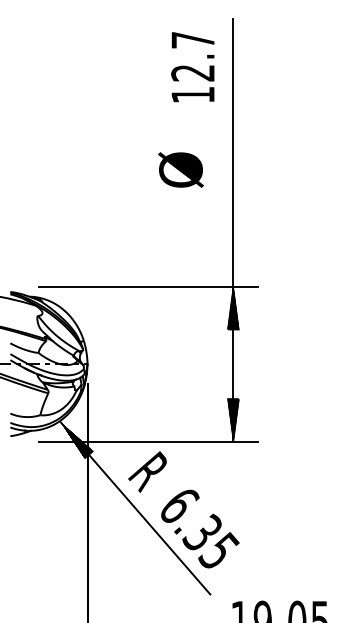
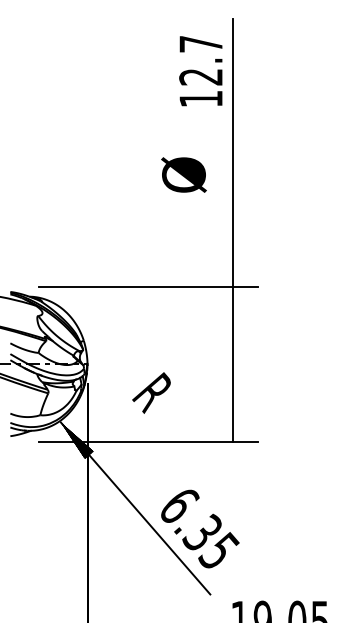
text at (192, 67) position: (192, 67) -> (200, 71)
text at (180, 169) position: (180, 169) -> (183, 174)
hatch at (232, 308): present -> none
hatch at (232, 419): present -> none
text at (147, 471) position: (147, 471) -> (151, 392)
